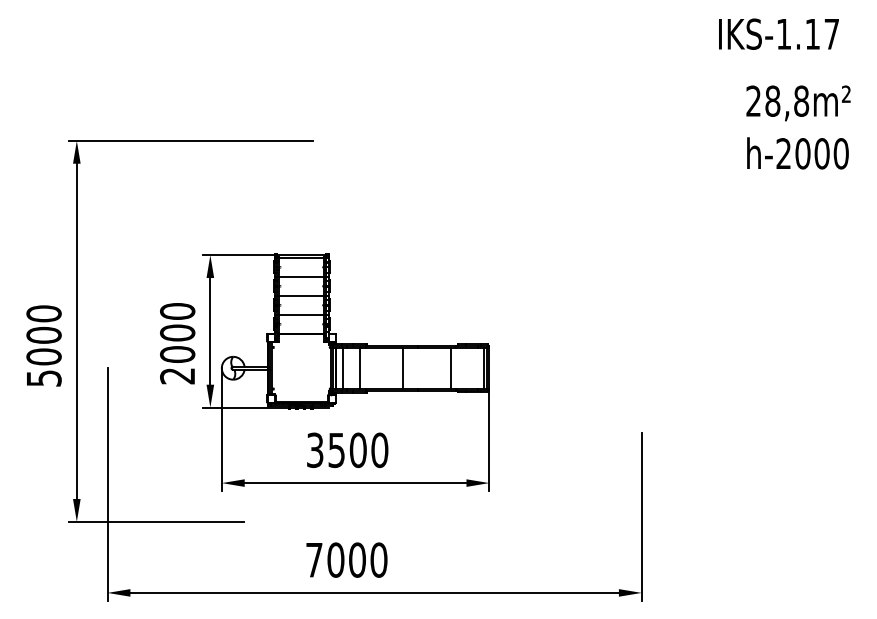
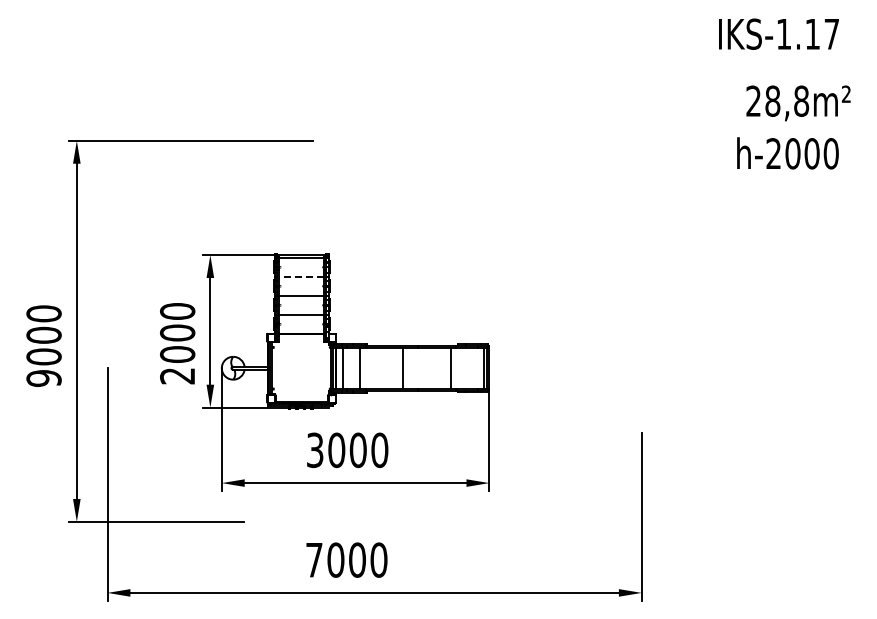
text at (797, 153) position: (797, 153) -> (787, 153)
line at (301, 276): solid -> dashed
text at (43, 378): 5000 -> 9000
text at (336, 450): 3500 -> 3000
